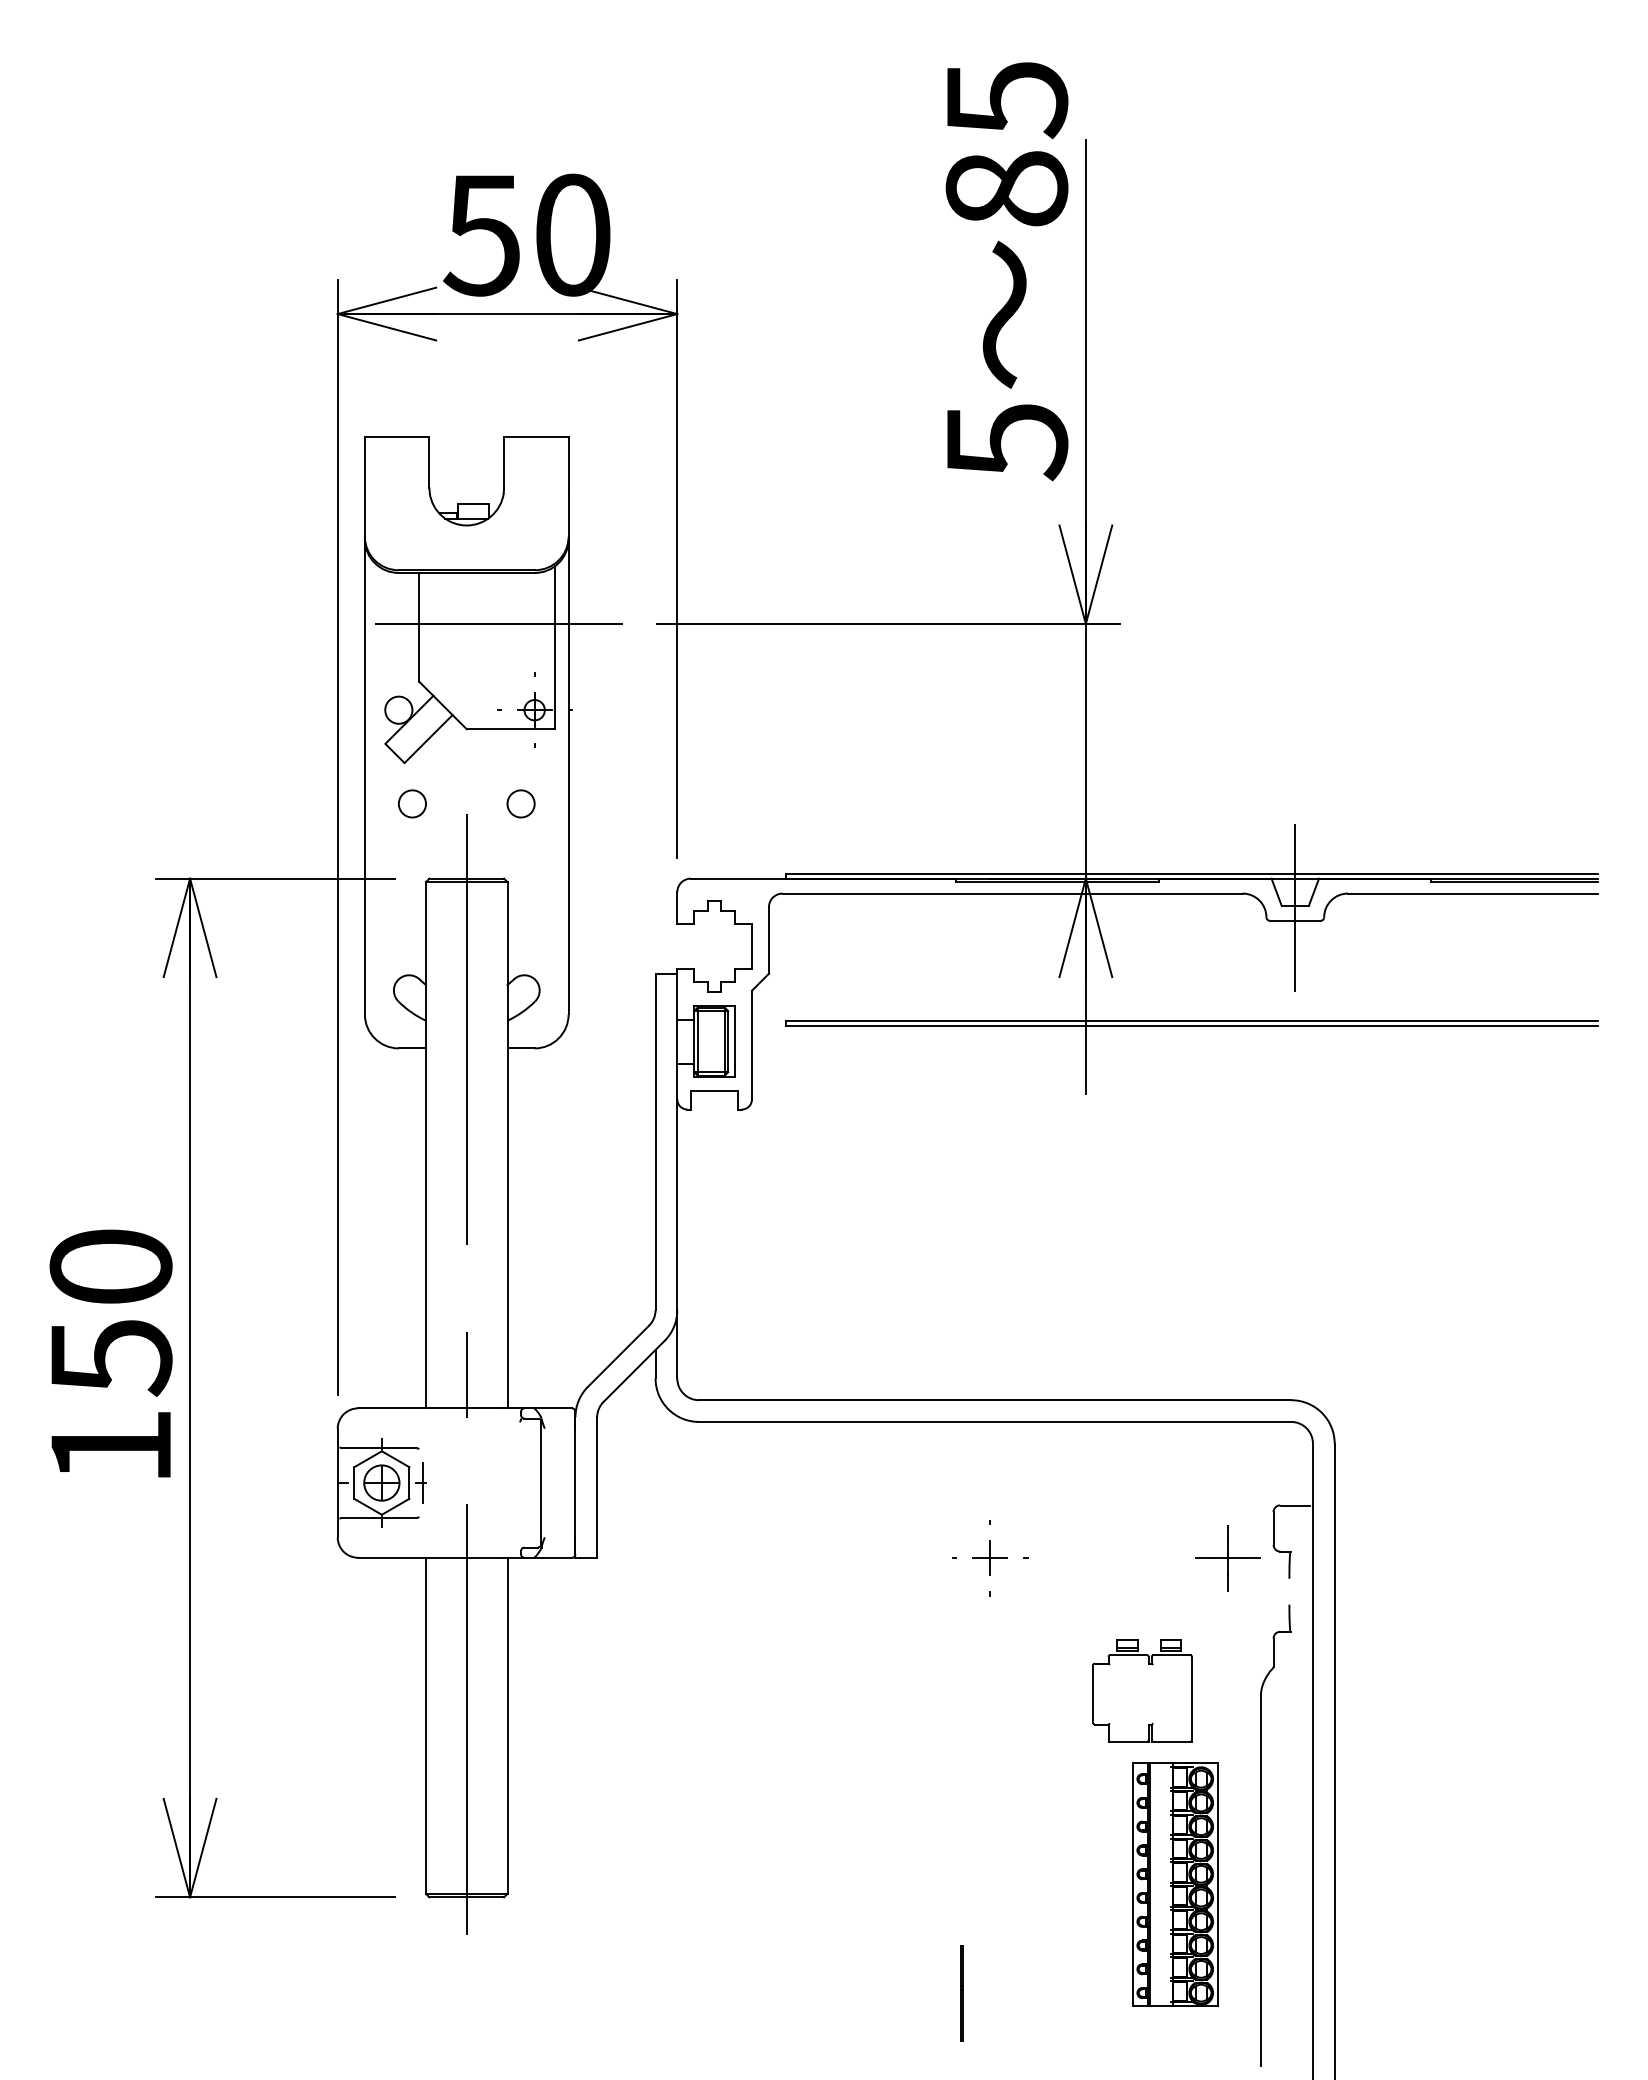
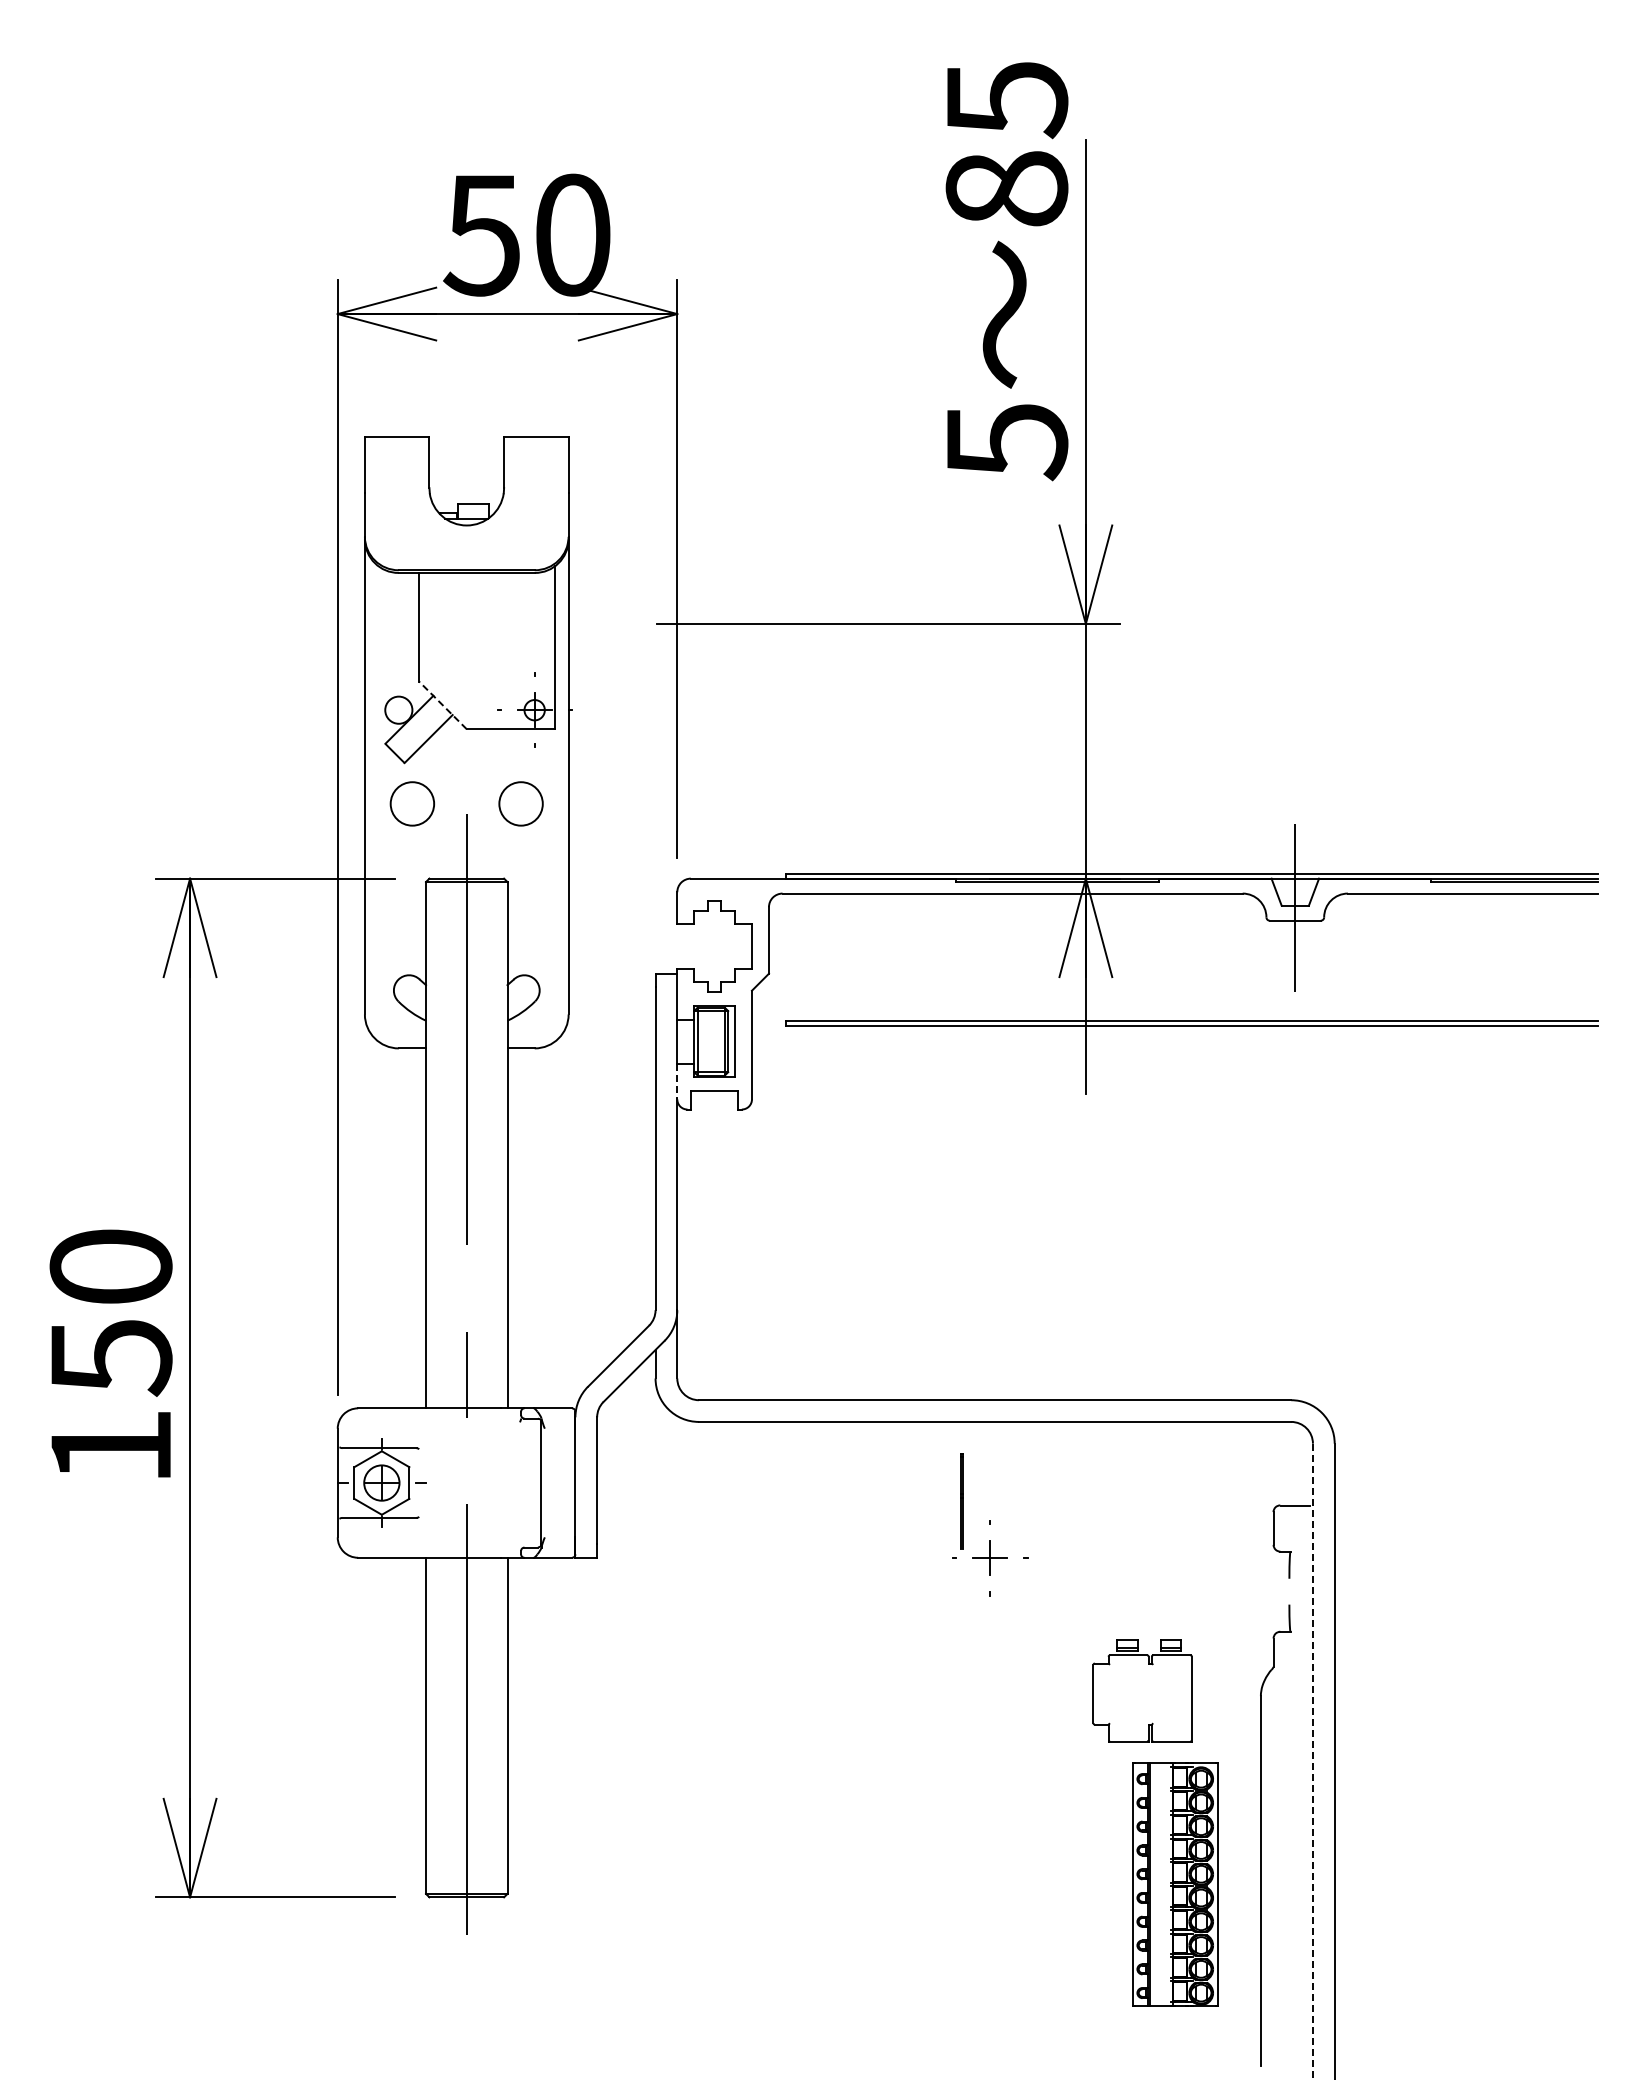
line at (498, 623): present -> none
line at (442, 705): solid -> dashed
circle at (412, 803) diameter: 27 px -> 43 px
circle at (520, 803) diameter: 27 px -> 43 px
line at (677, 1081): solid -> dashed
line at (422, 1482): present -> none
part at (1227, 1558): present -> none
line at (1312, 1761): solid -> dashed
line at (961, 1993) position: (961, 1993) -> (961, 1501)
